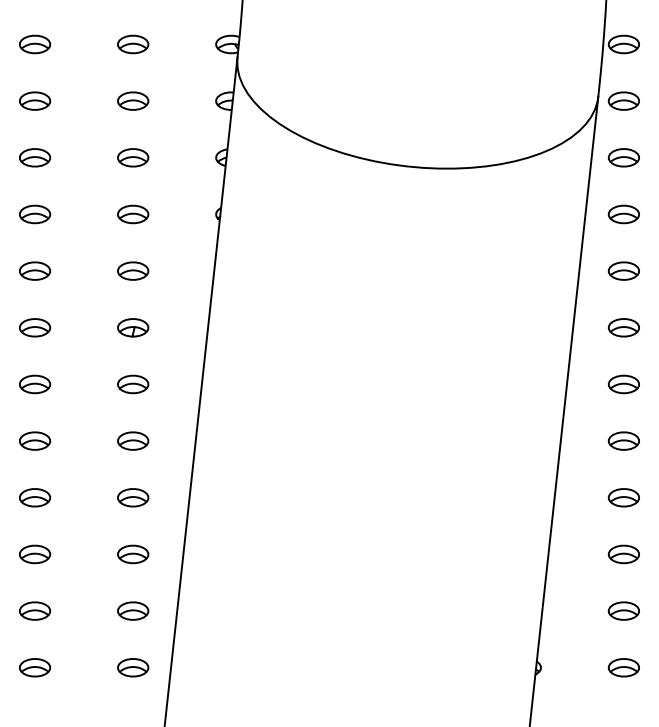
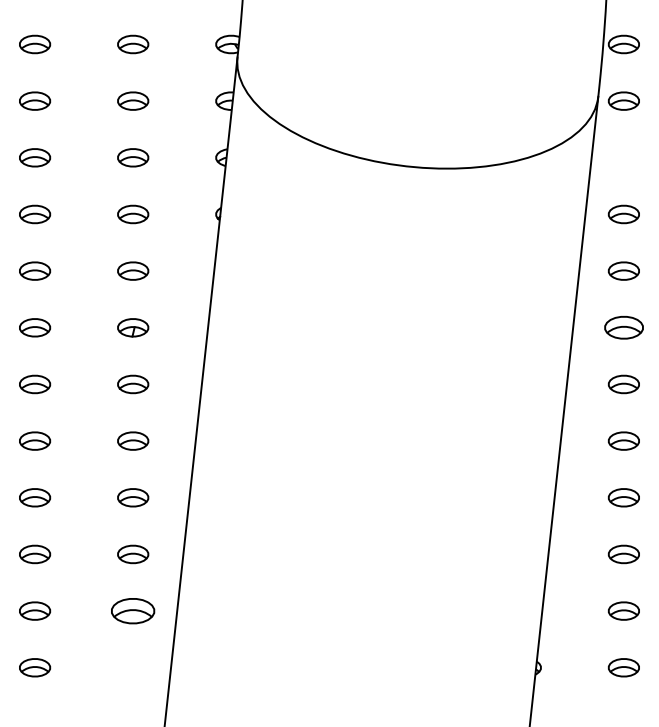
part at (623, 157): present -> none
part at (623, 327) size: 33x20 px -> 40x24 px
part at (133, 610) size: 33x20 px -> 45x27 px
part at (133, 667): present -> none
